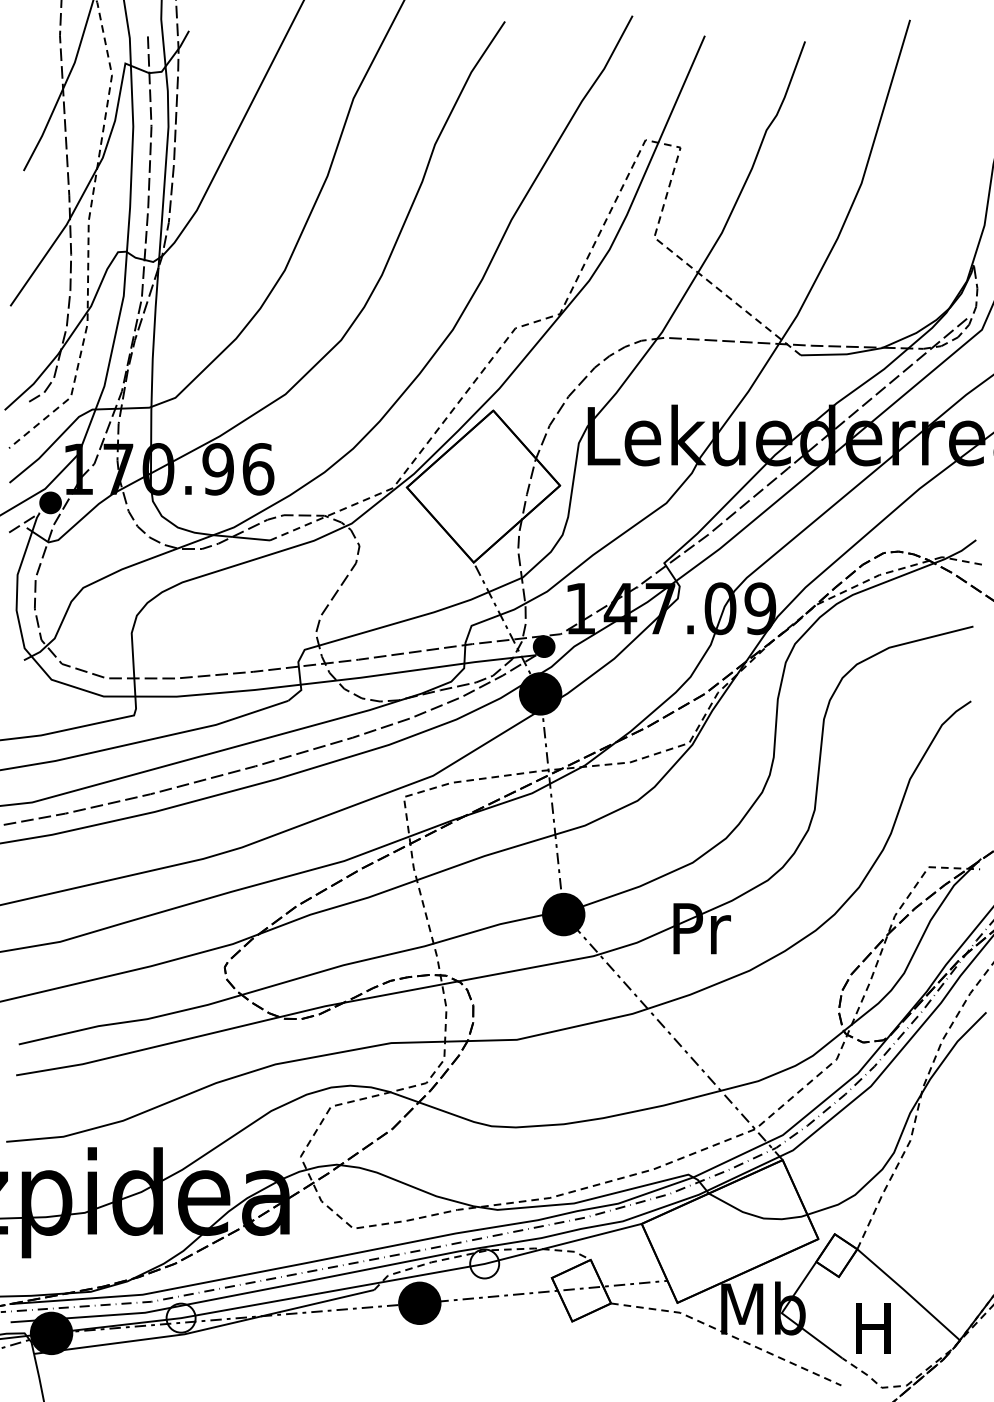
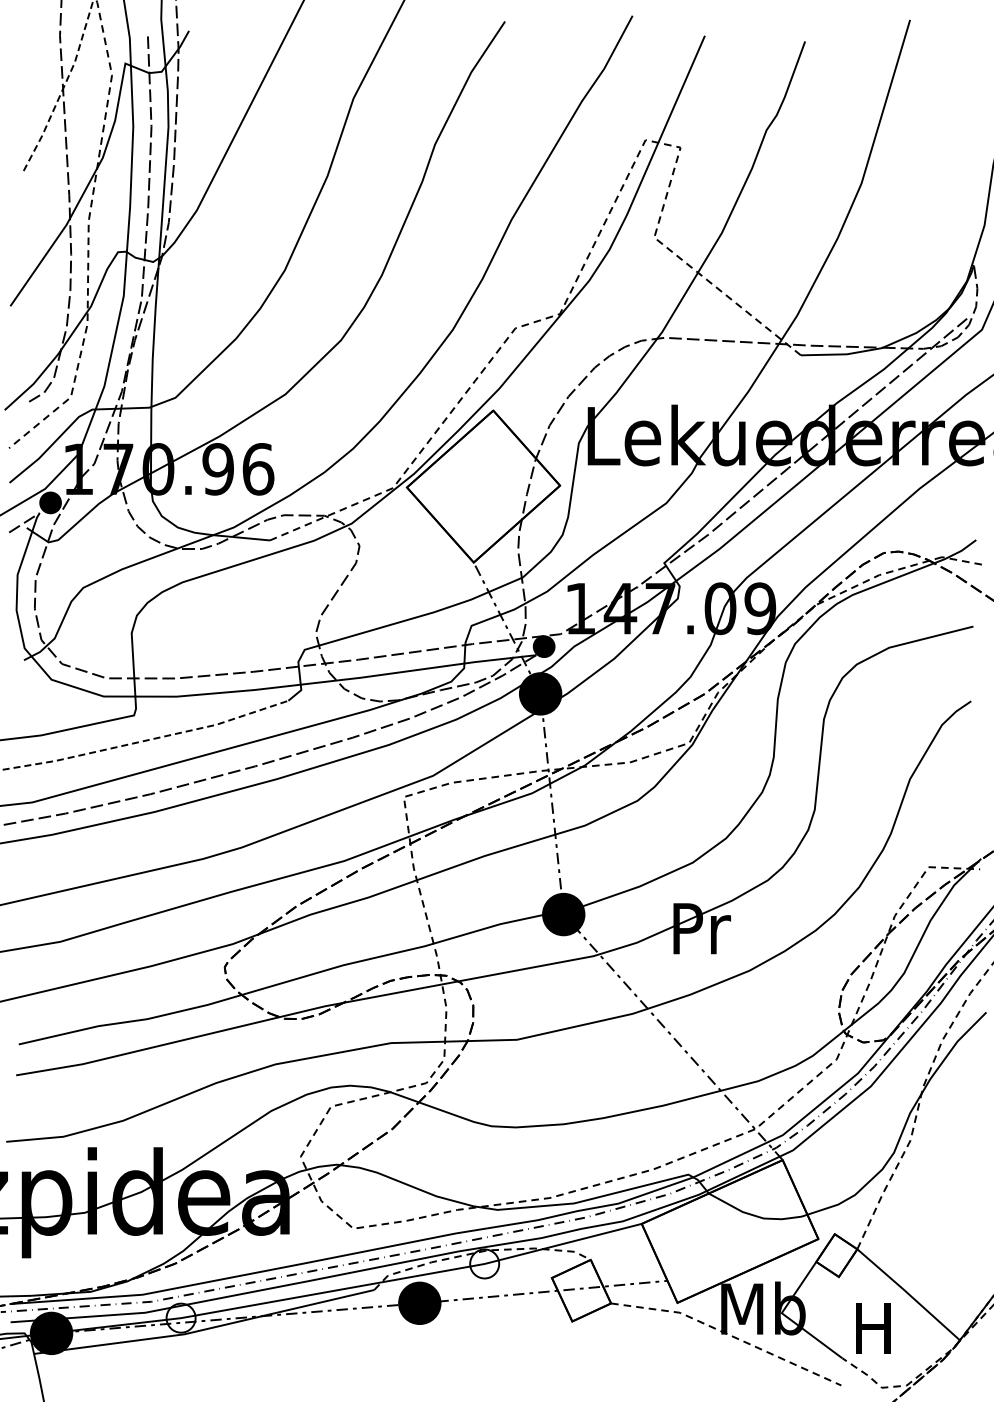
line at (63, 87): solid -> dashed
line at (146, 740): solid -> dashed
